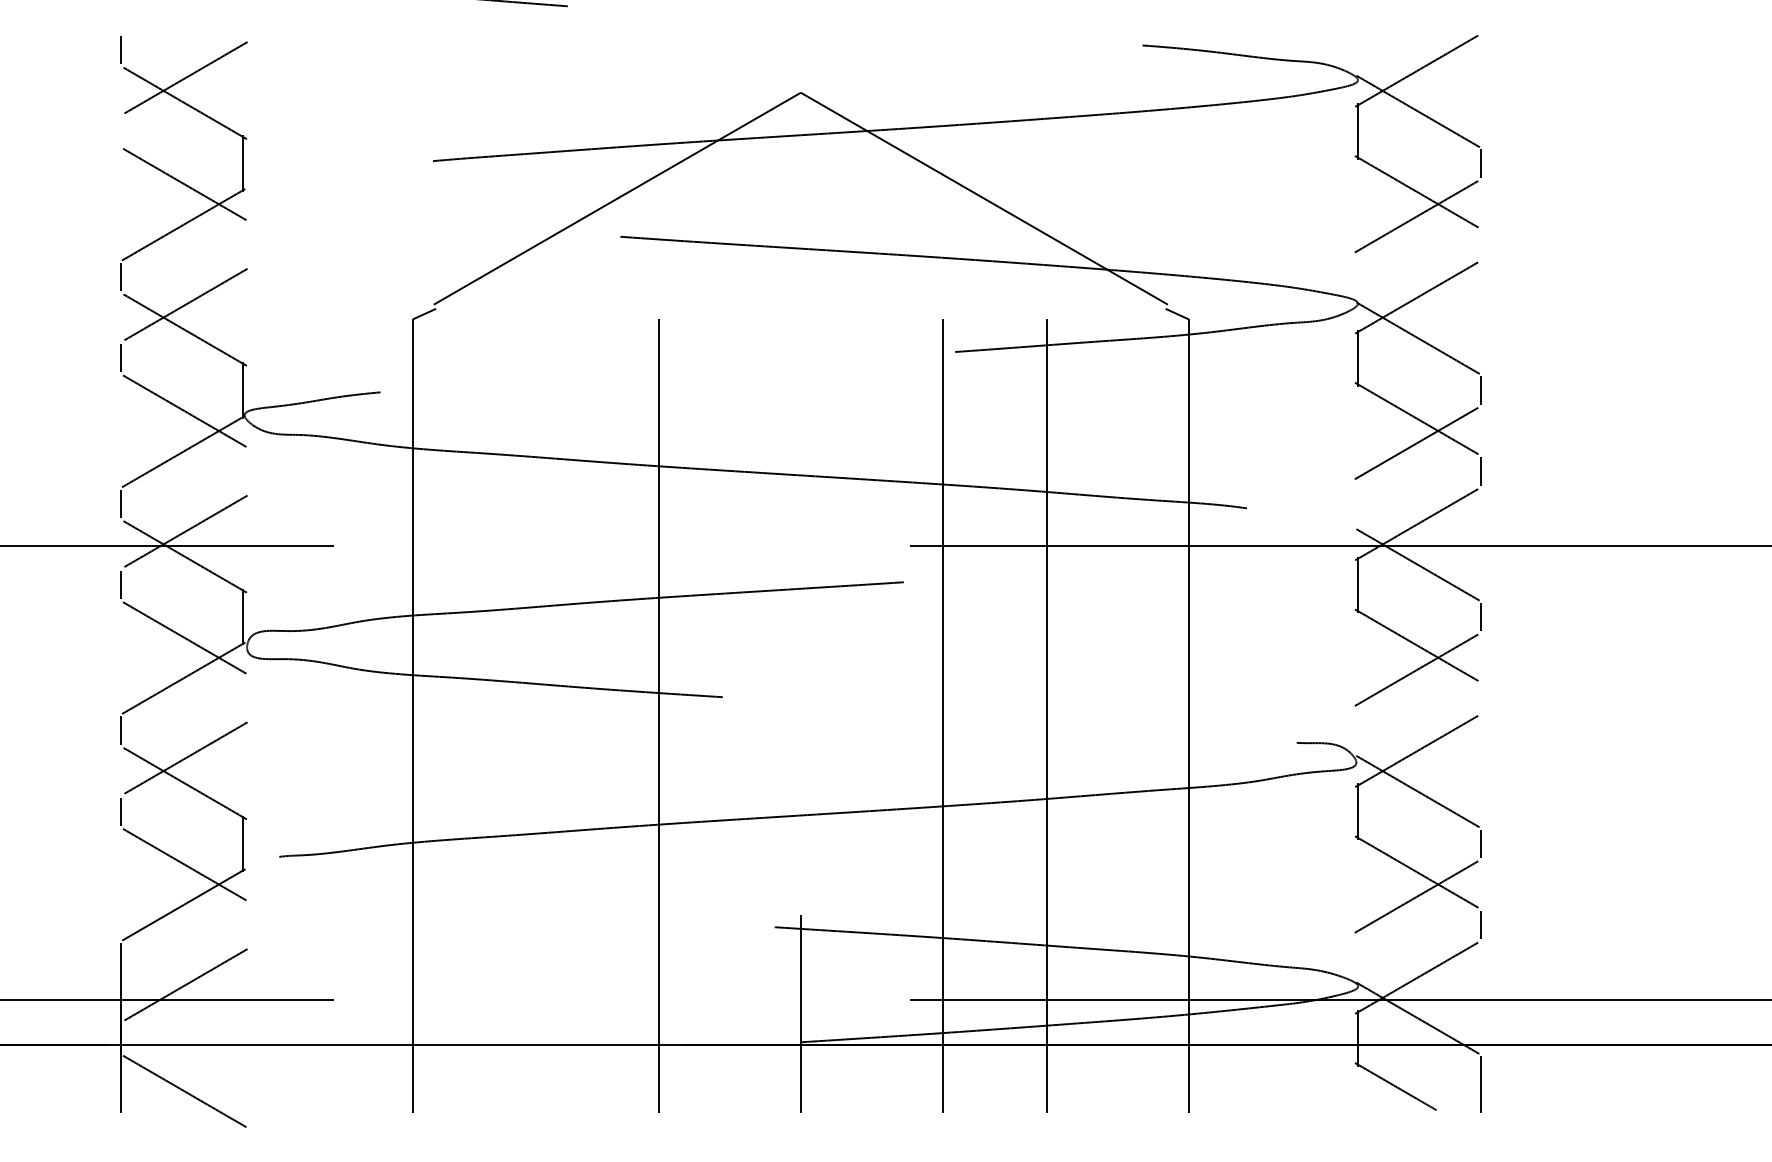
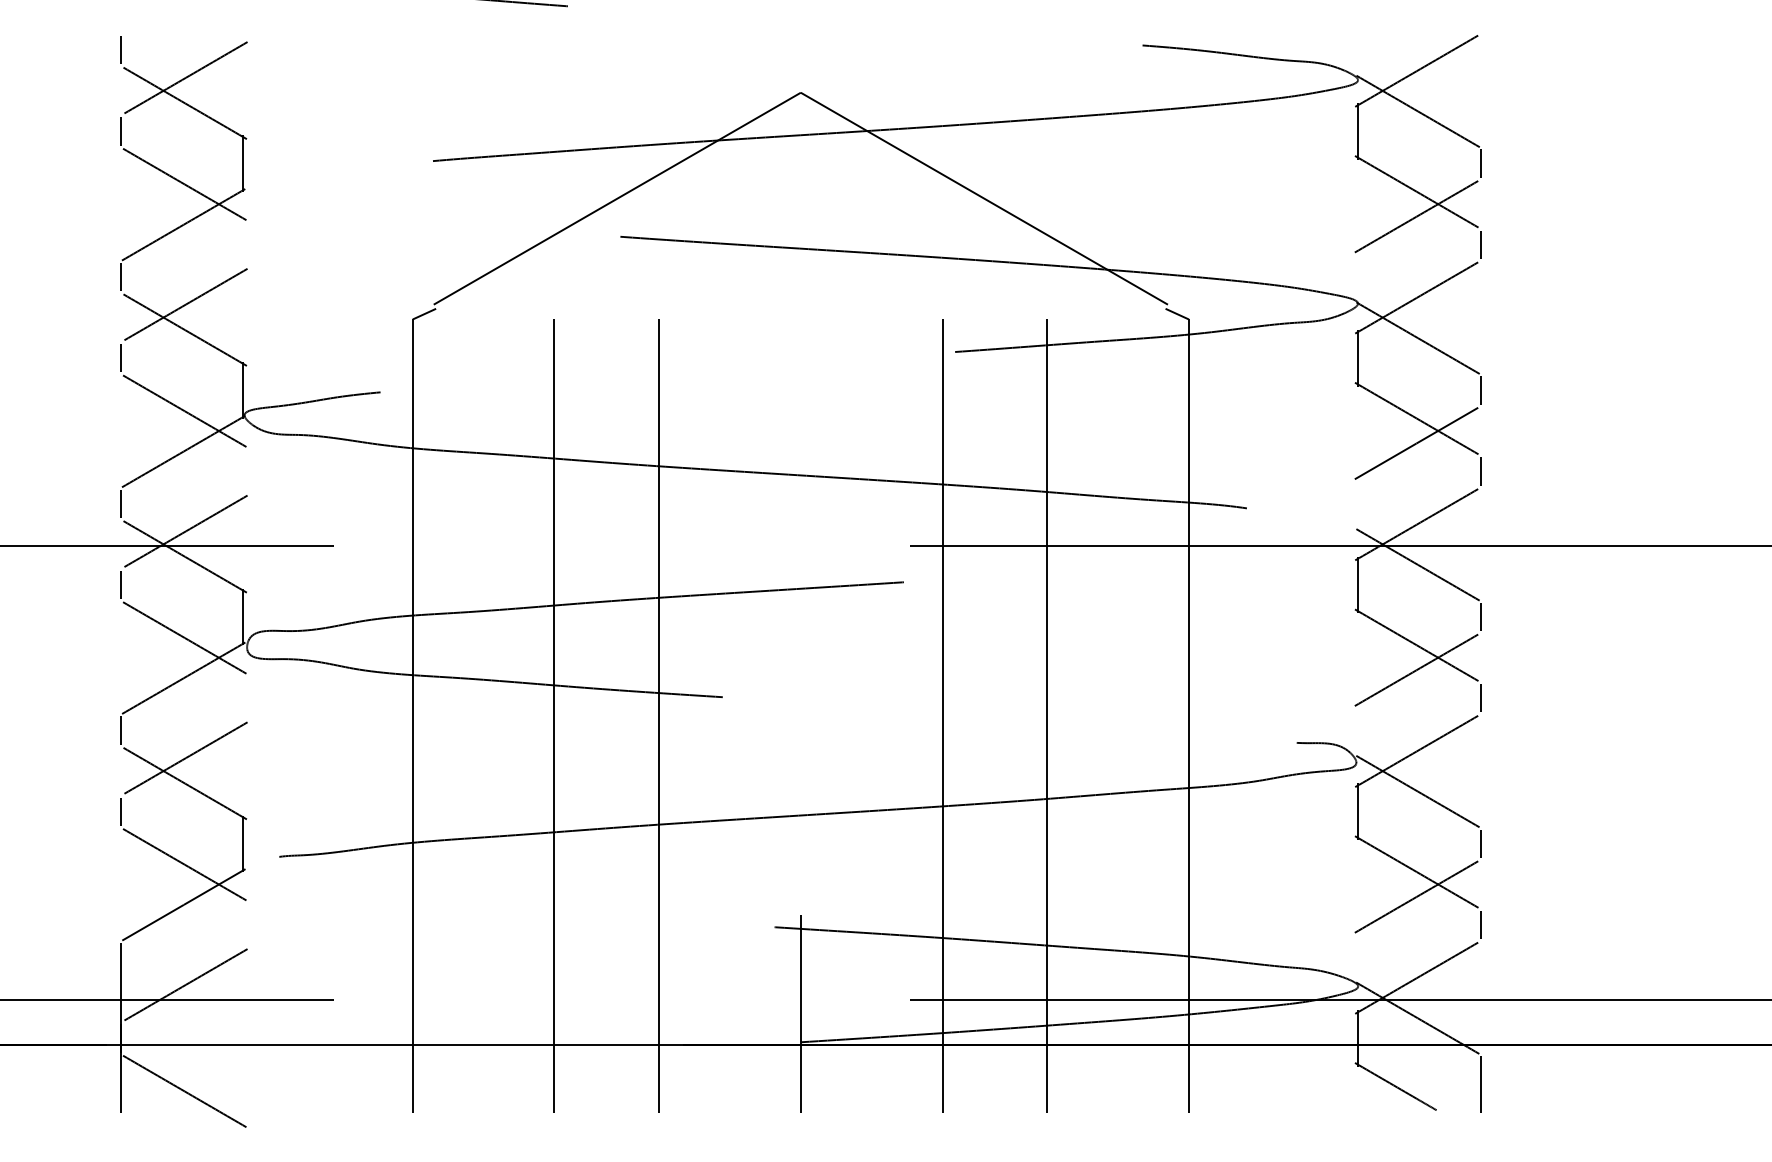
line at (120, 131): none -> present
line at (1481, 244): none -> present
line at (1481, 698): none -> present
line at (554, 716): none -> present
